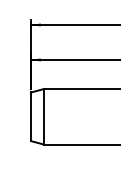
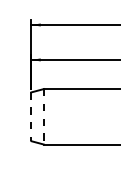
line at (43, 116): solid -> dashed
line at (31, 117): solid -> dashed
